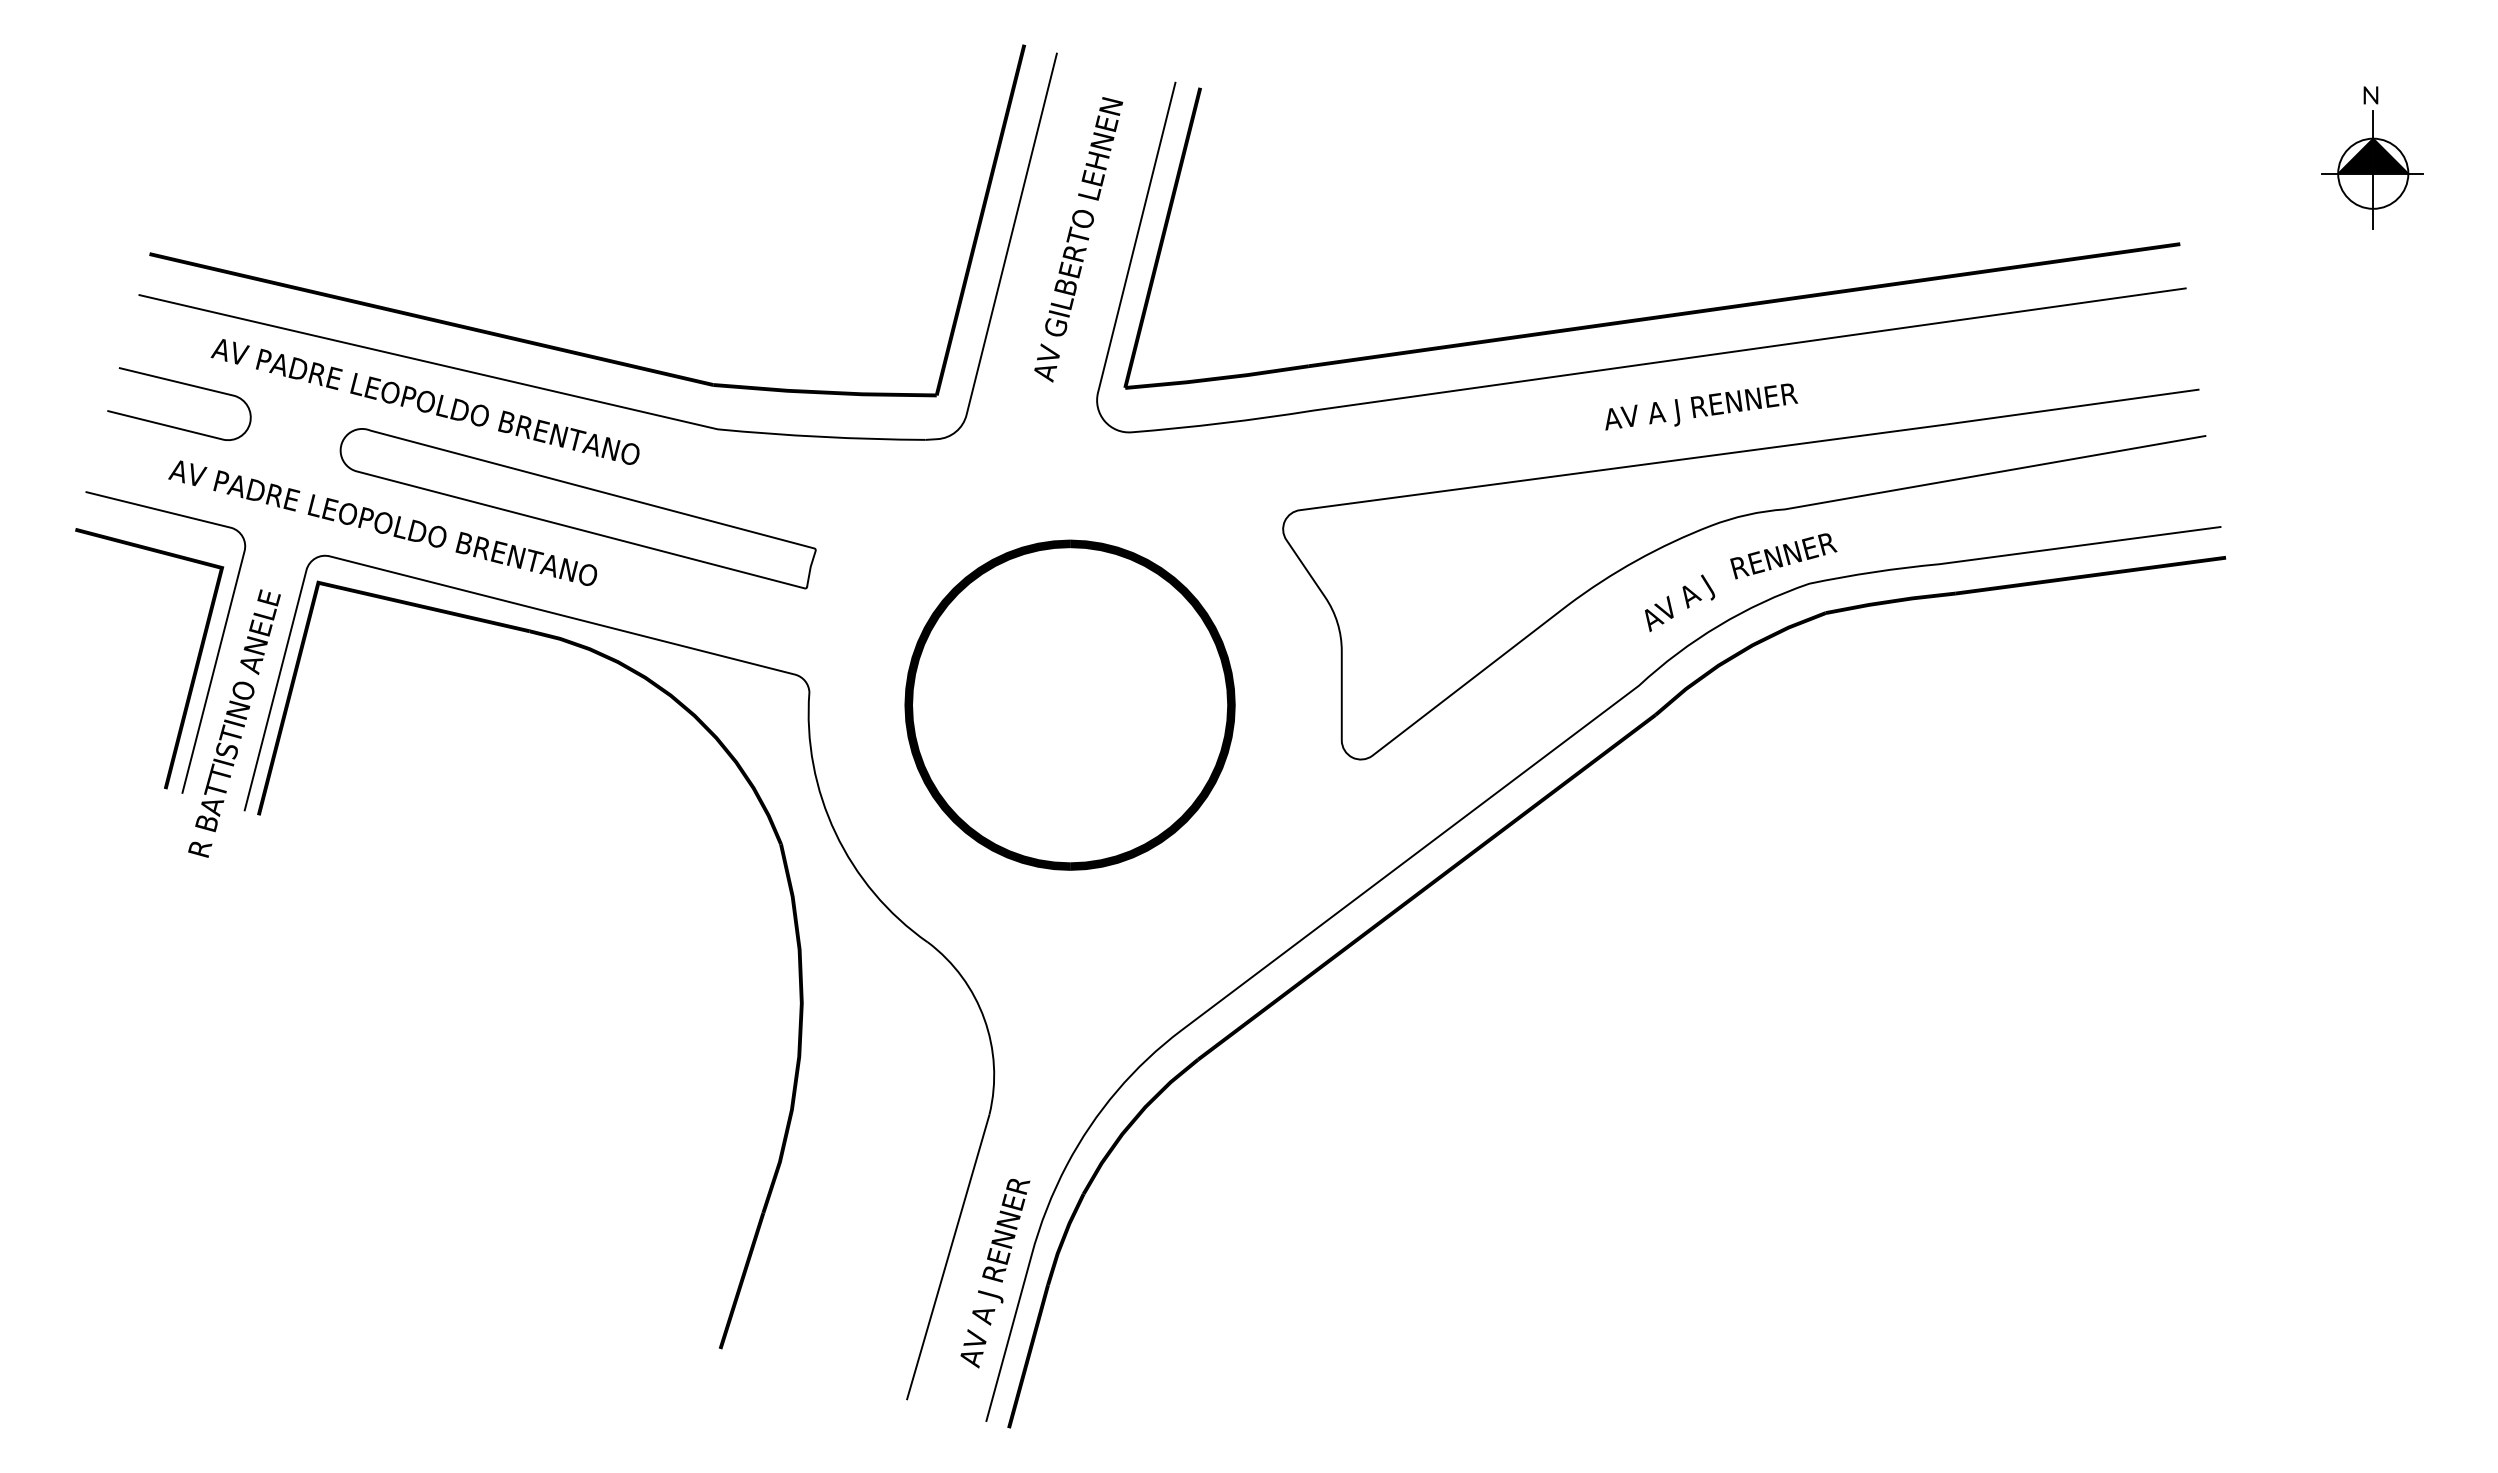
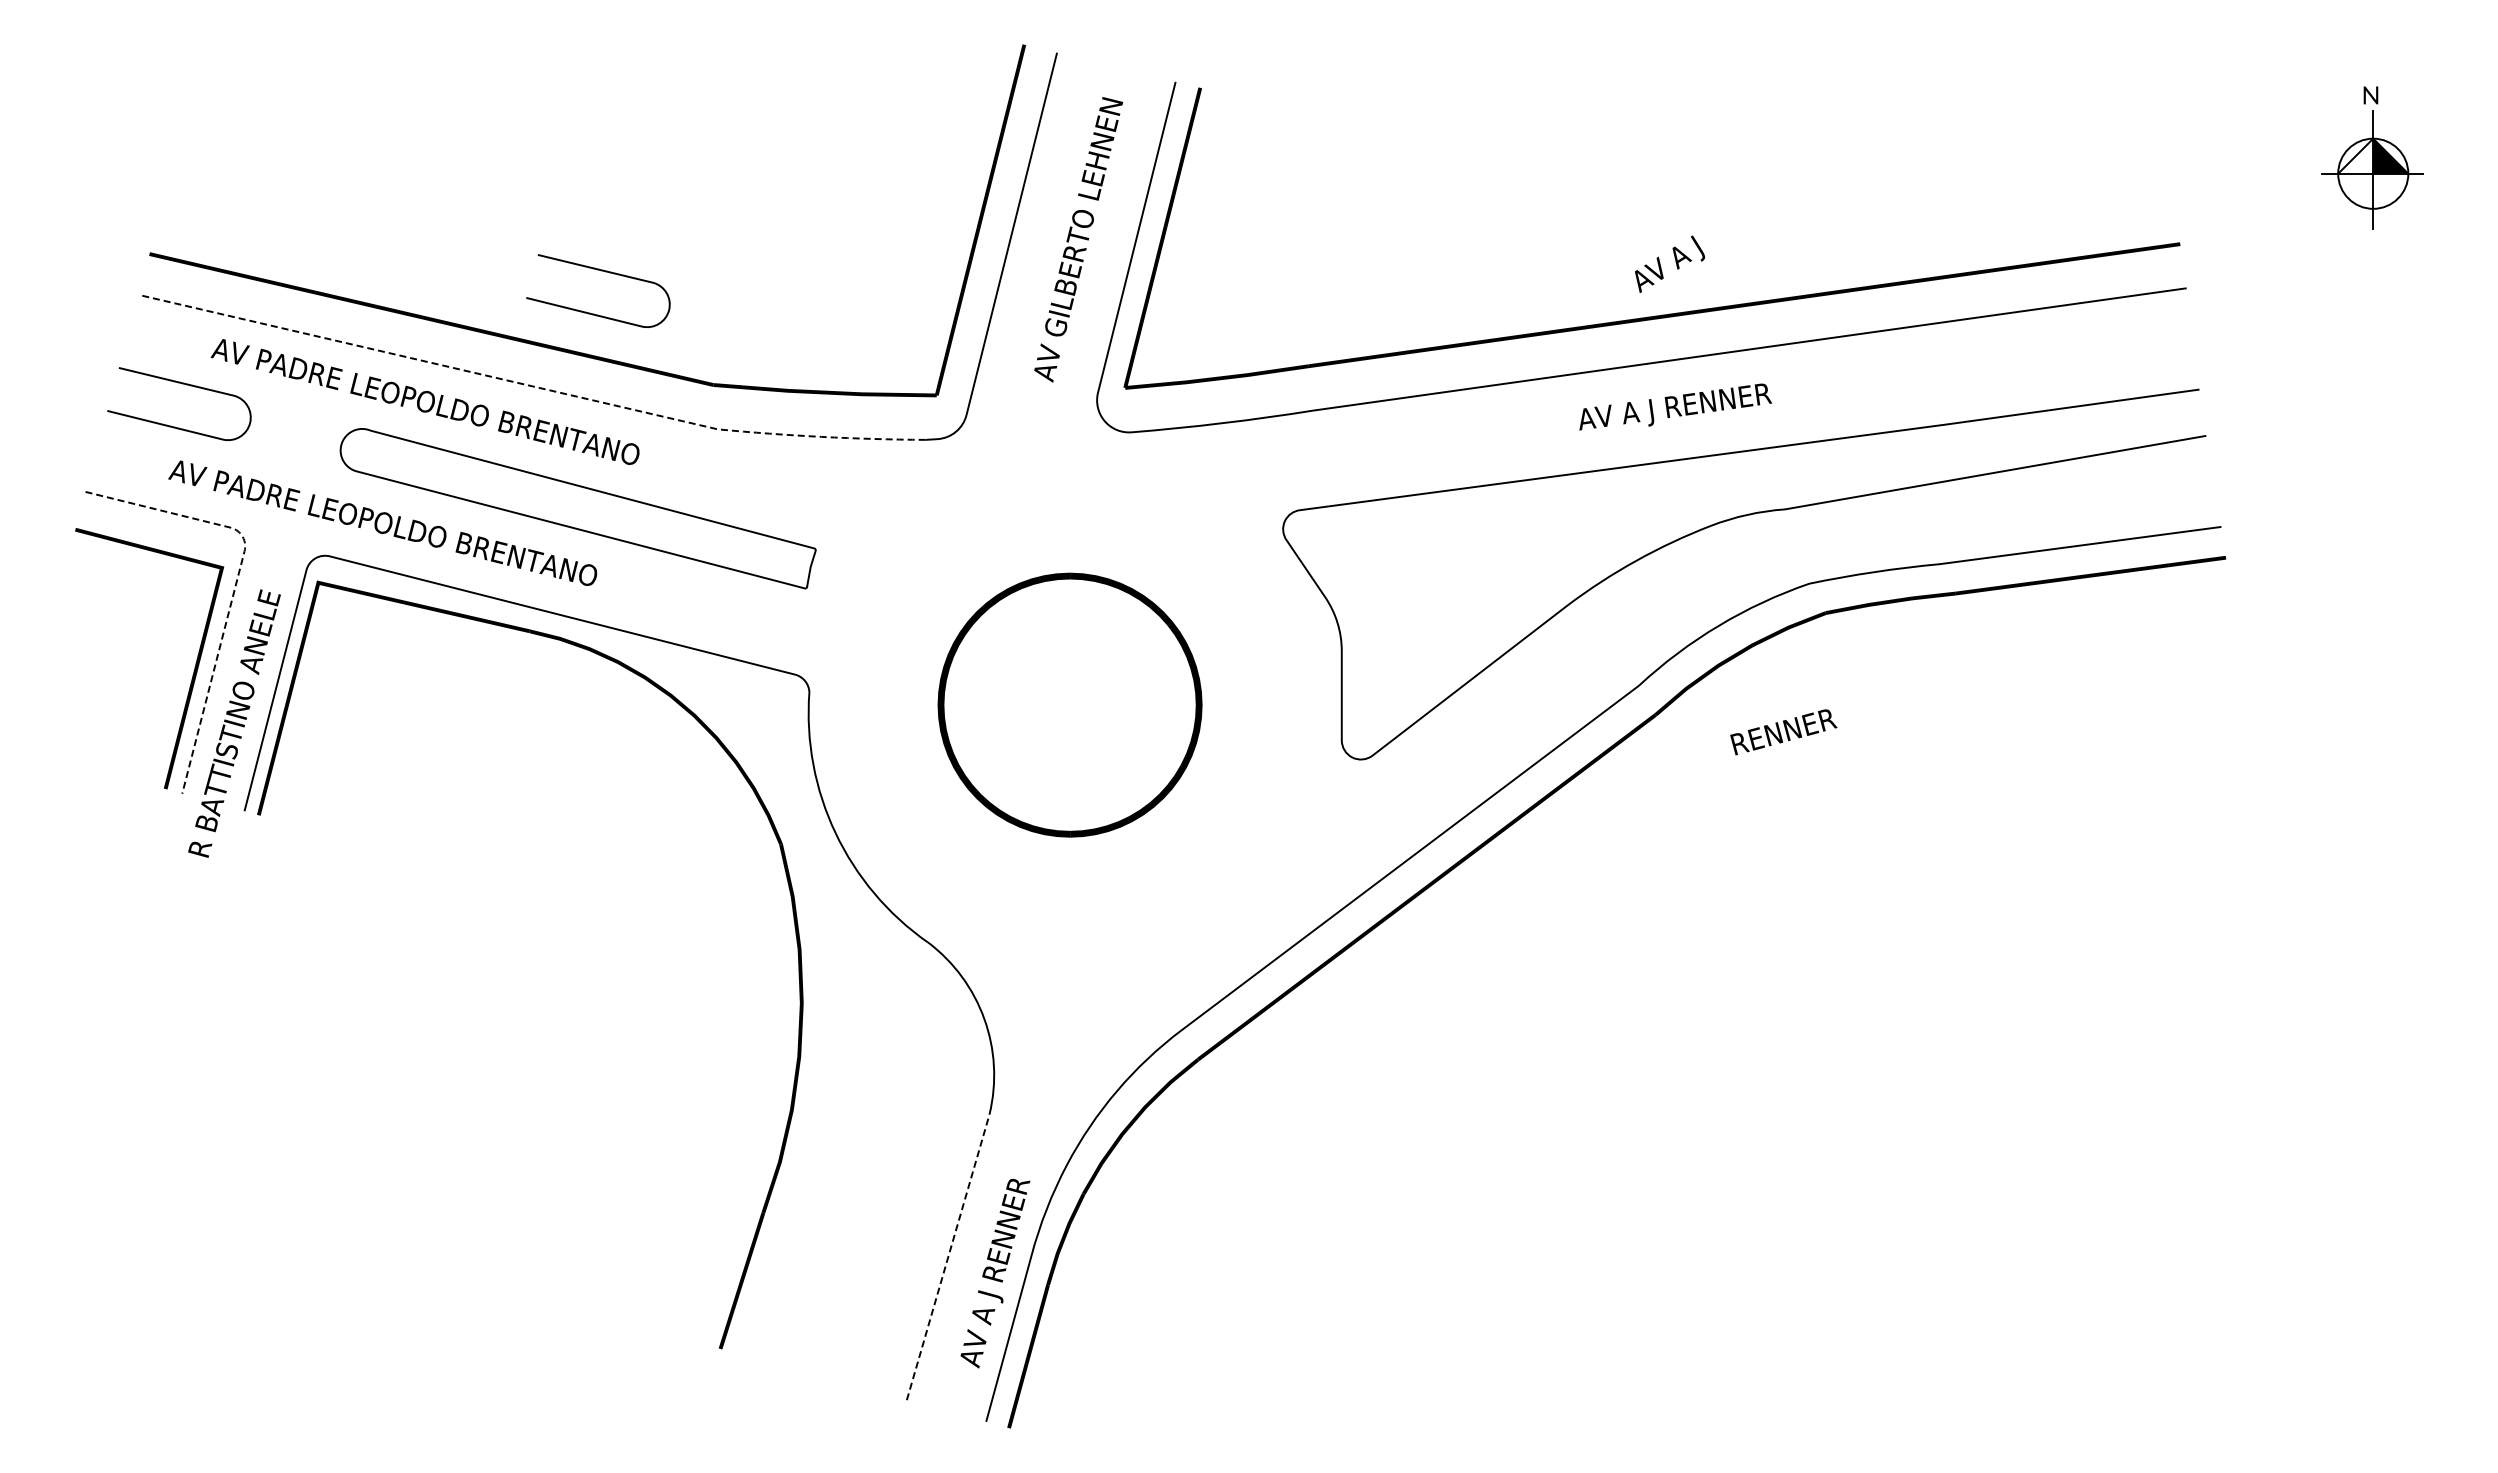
fill at (2355, 155): present -> none
curve at (601, 271): none -> present
line at (532, 386): solid -> dashed
text at (1701, 406) position: (1701, 406) -> (1675, 406)
text at (1783, 556) position: (1783, 556) -> (1783, 732)
line at (236, 582): solid -> dashed
text at (1680, 602) position: (1680, 602) -> (1670, 263)
part at (1069, 704) size: 332x332 px -> 266x266 px
line at (948, 1257): solid -> dashed
